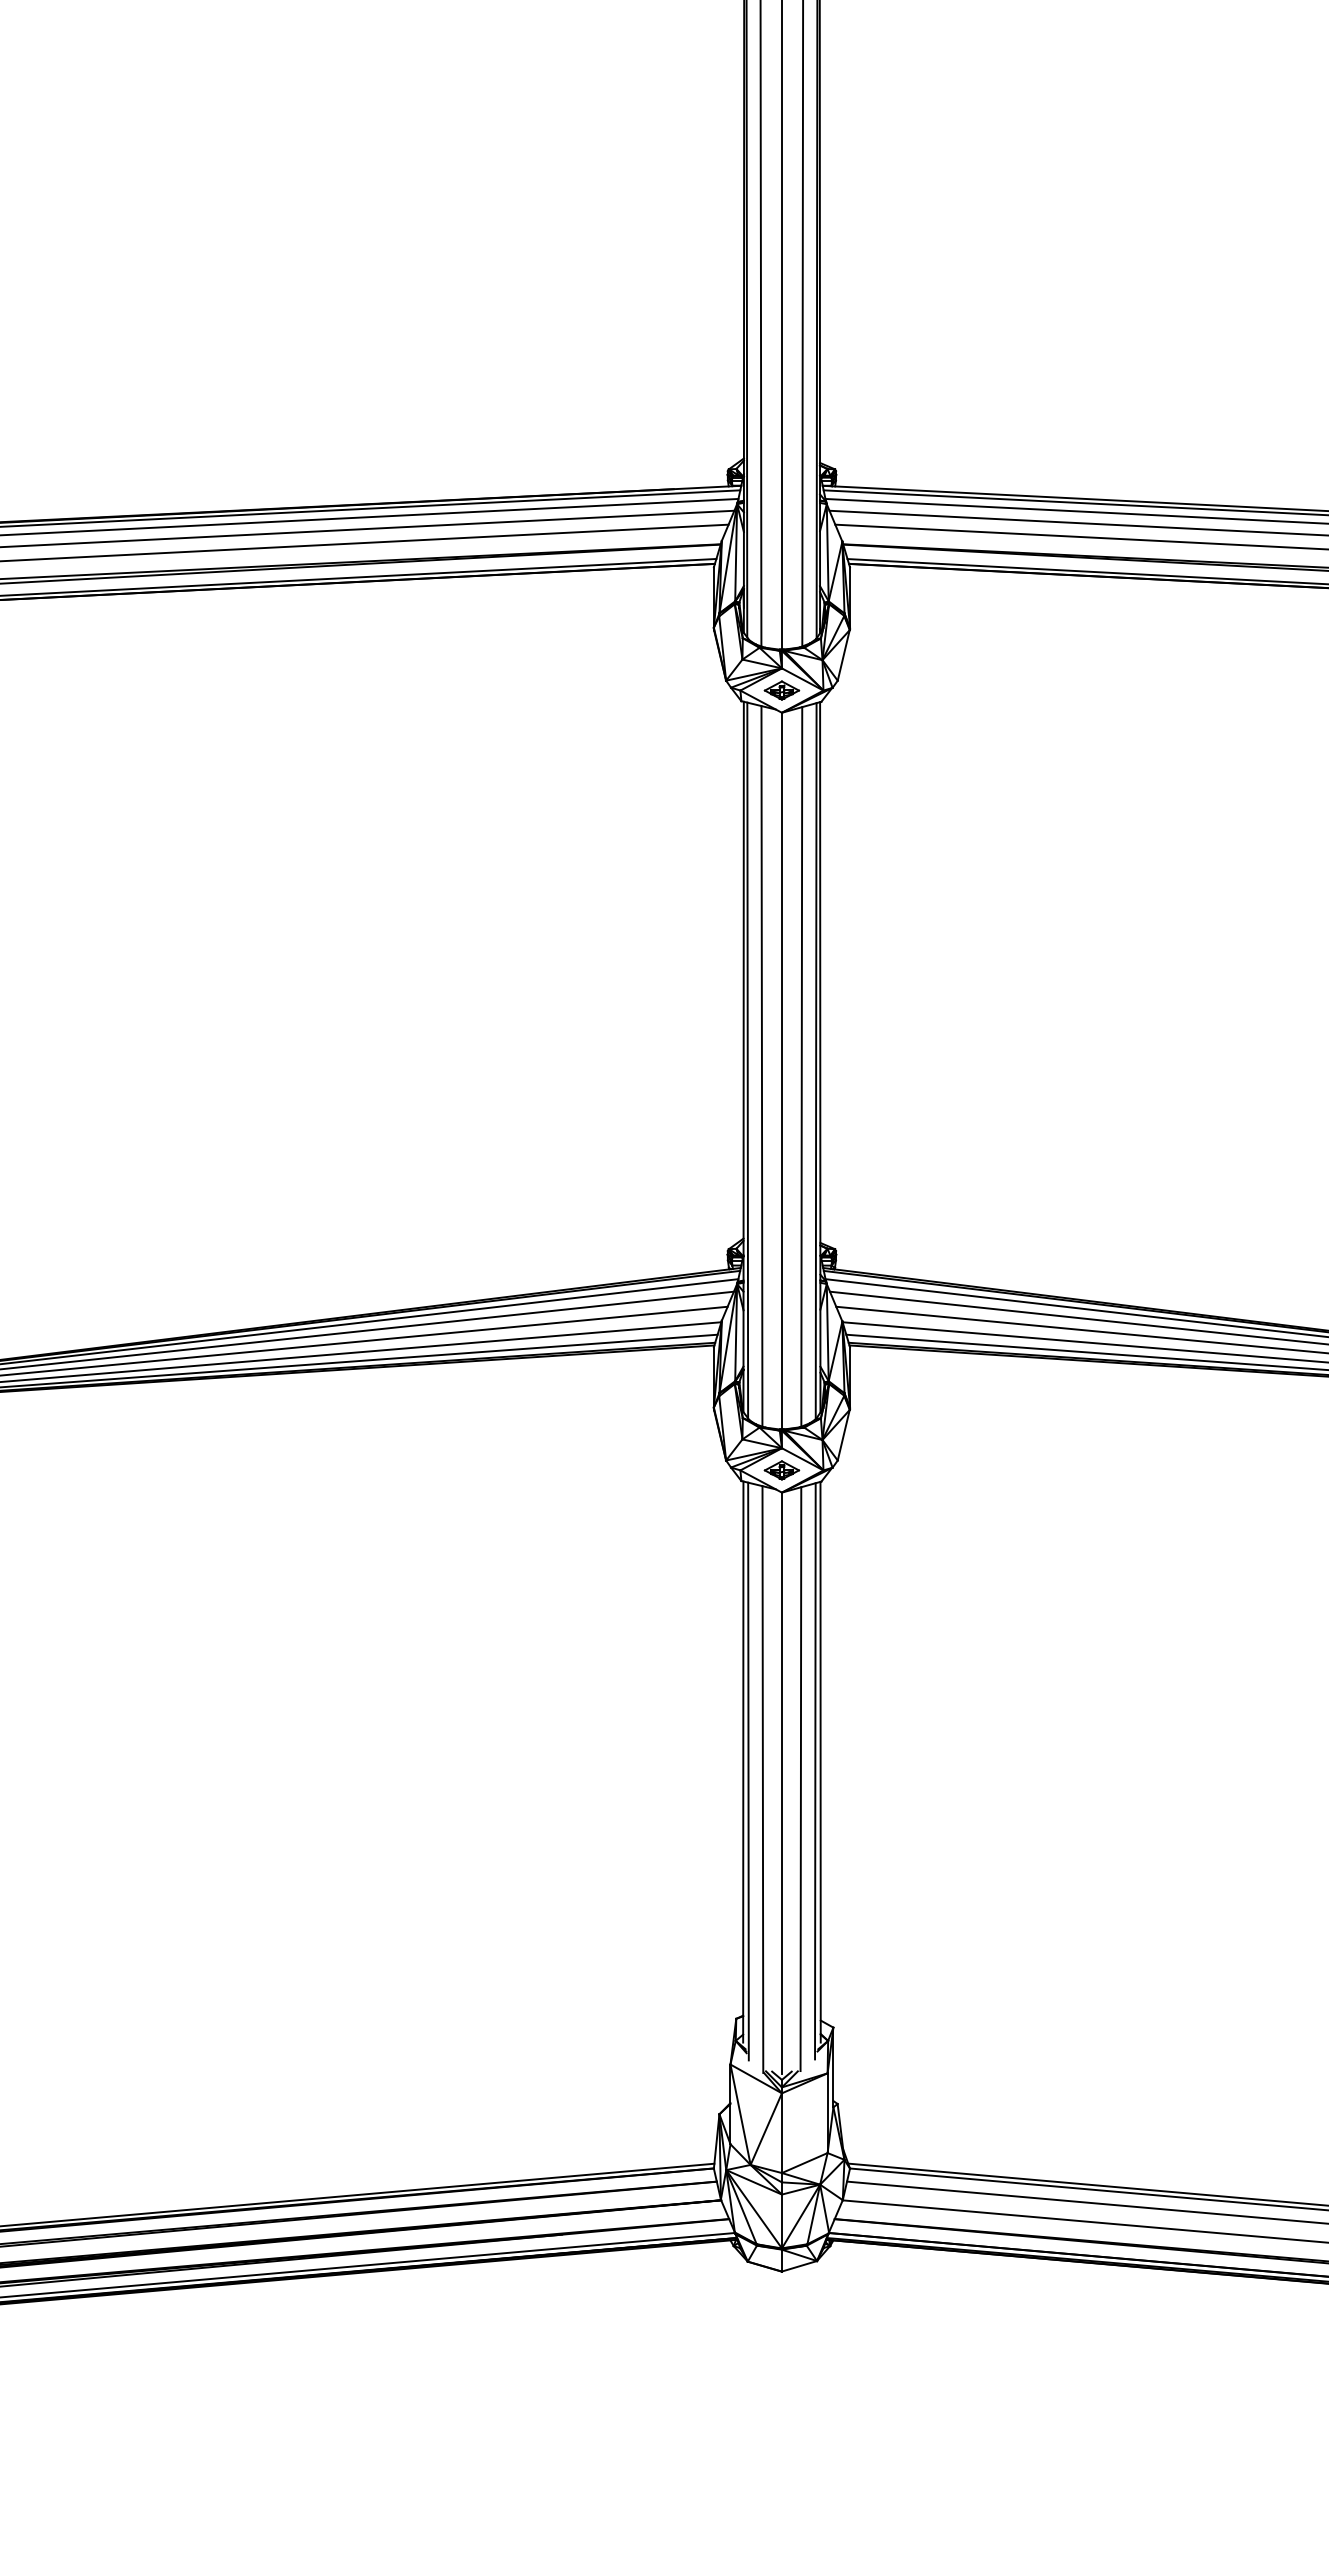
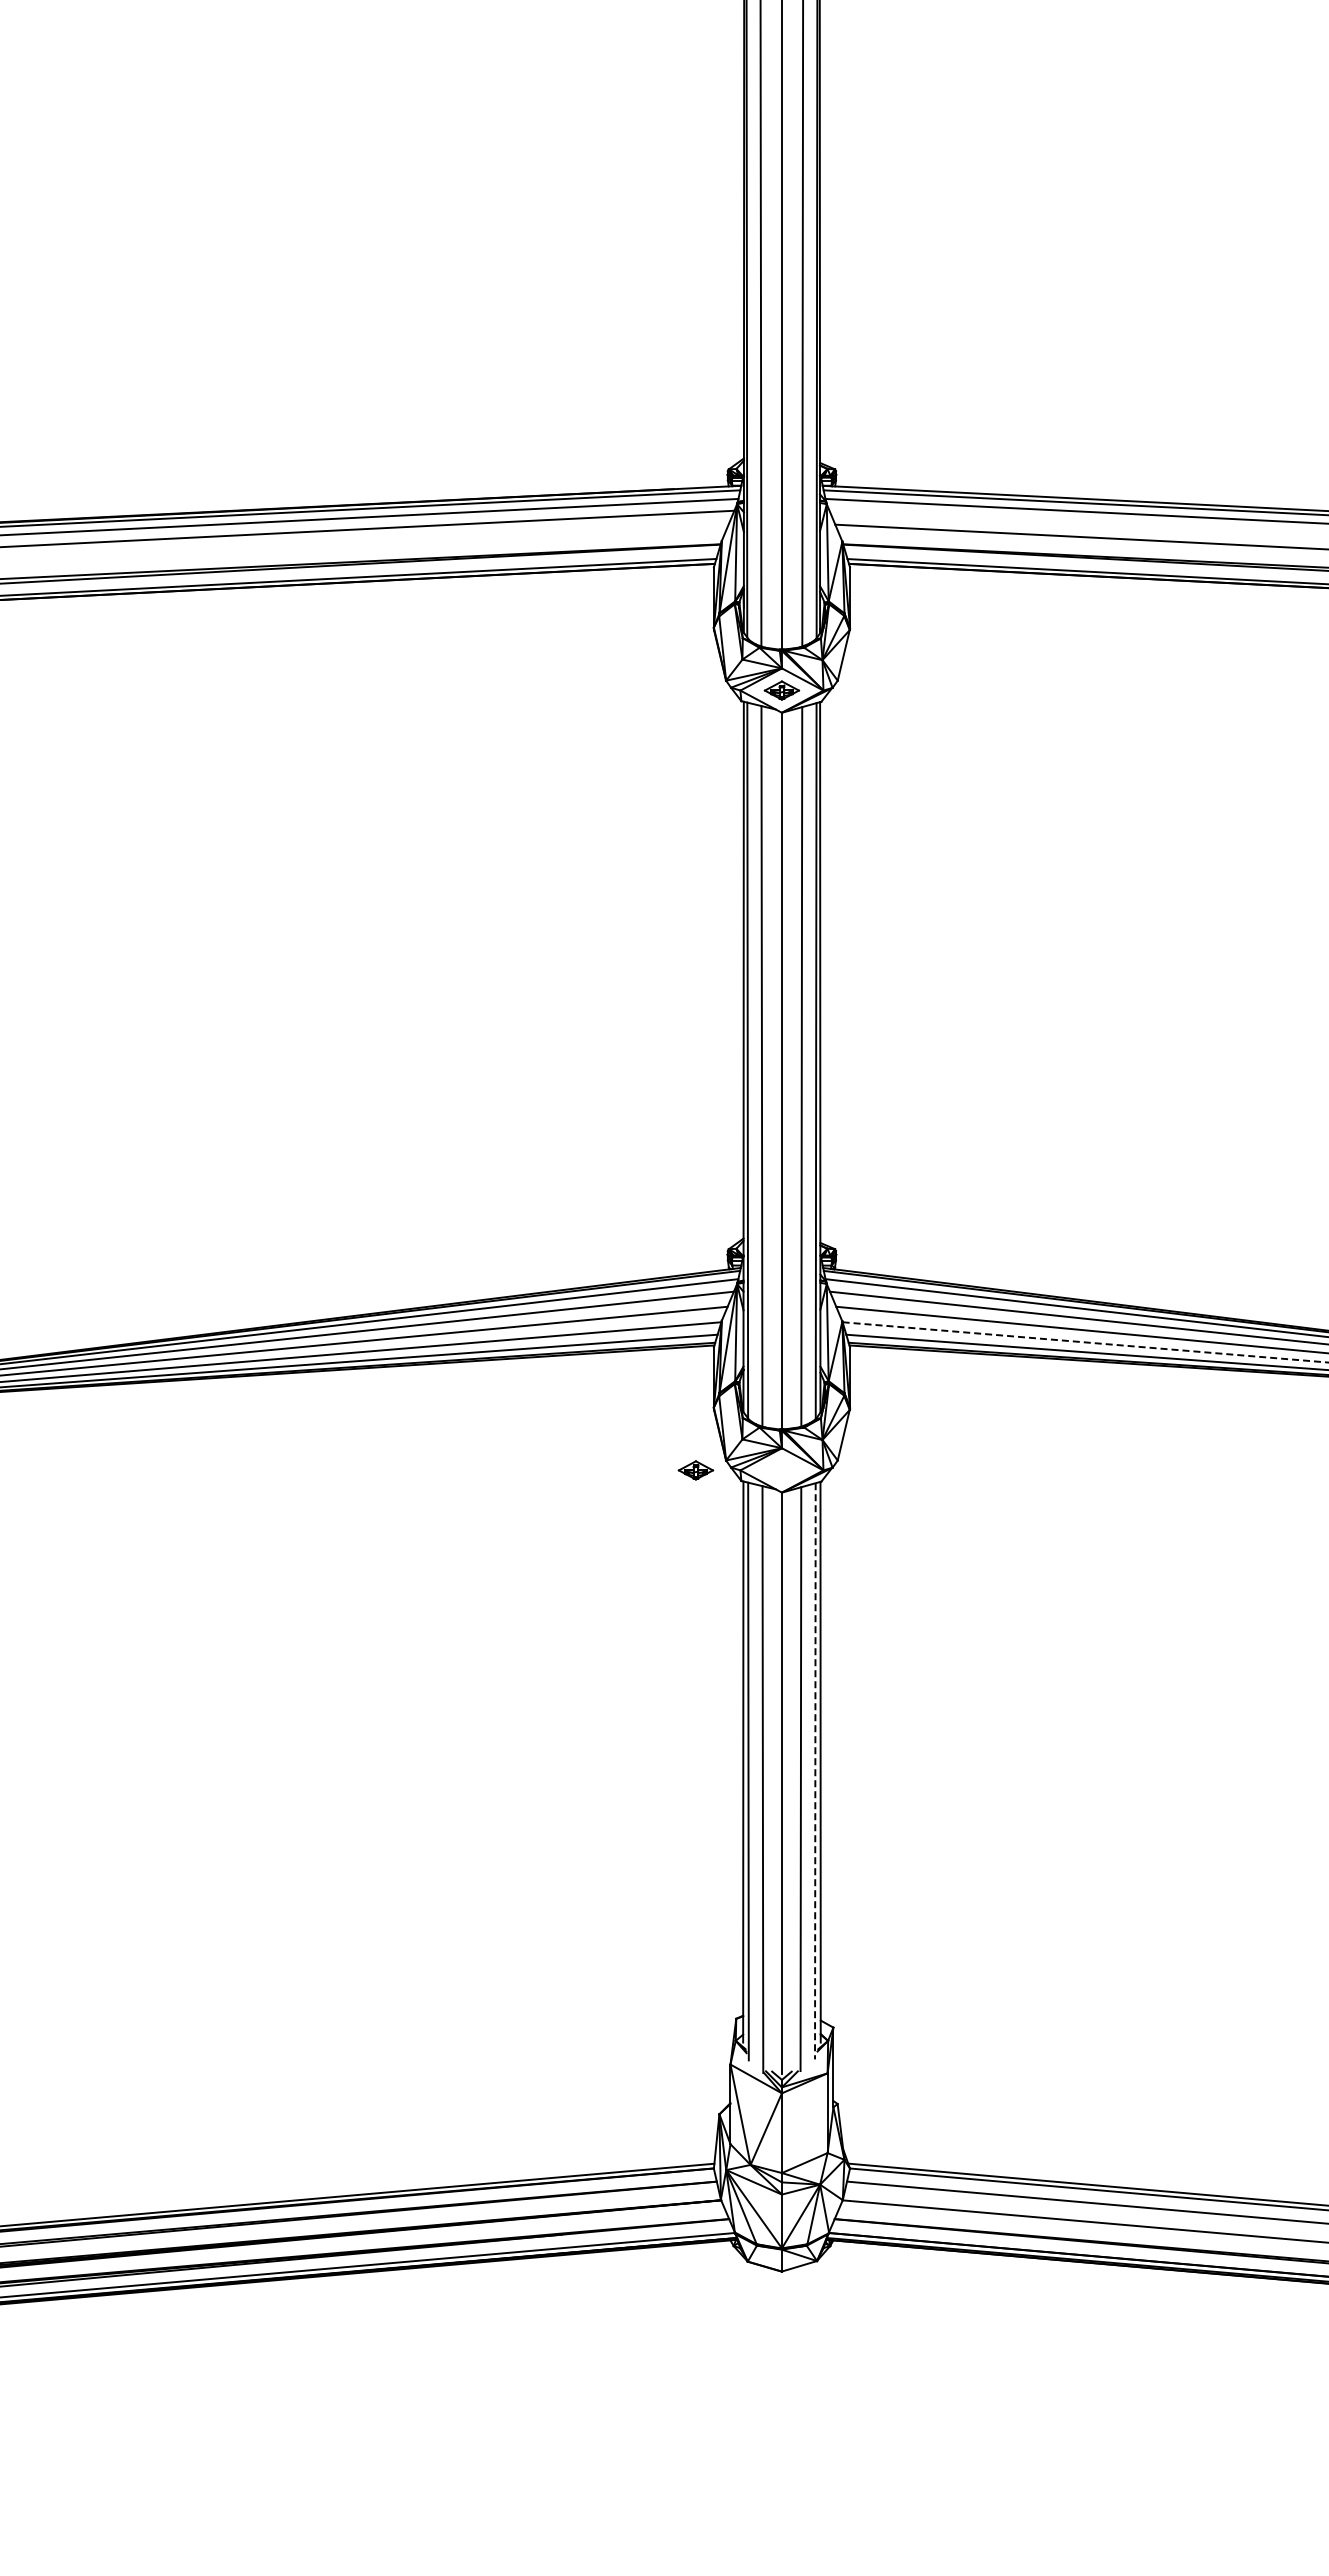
line at (1077, 522): present -> none
line at (365, 542): present -> none
line at (1085, 1342): solid -> dashed
part at (781, 1470) position: (781, 1470) -> (695, 1470)
line at (815, 1771): solid -> dashed
